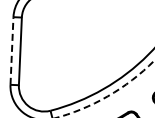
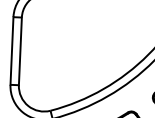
line at (11, 51): dashed -> solid
arc at (109, 95): dashed -> solid
